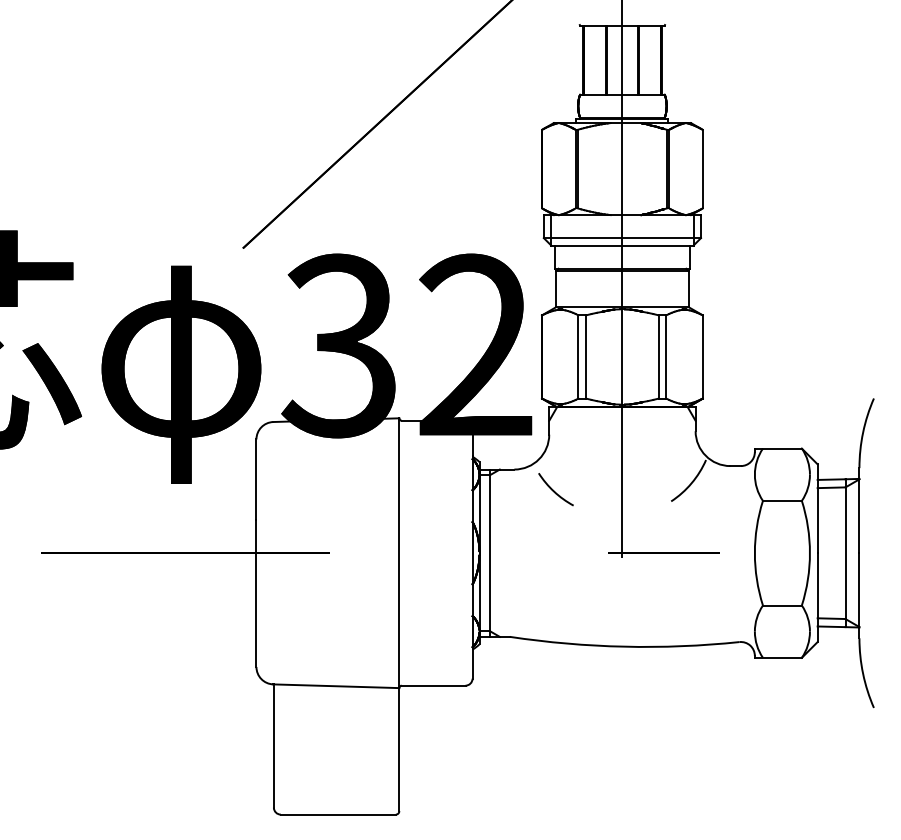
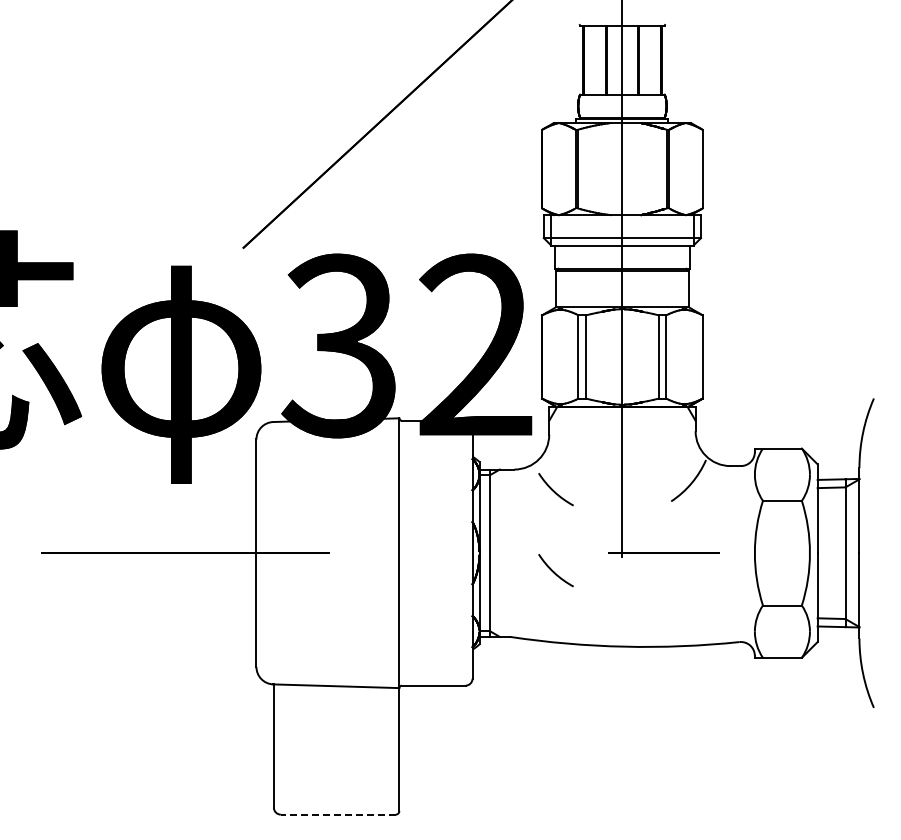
arc at (554, 571): none -> present
line at (338, 814): solid -> dashed
